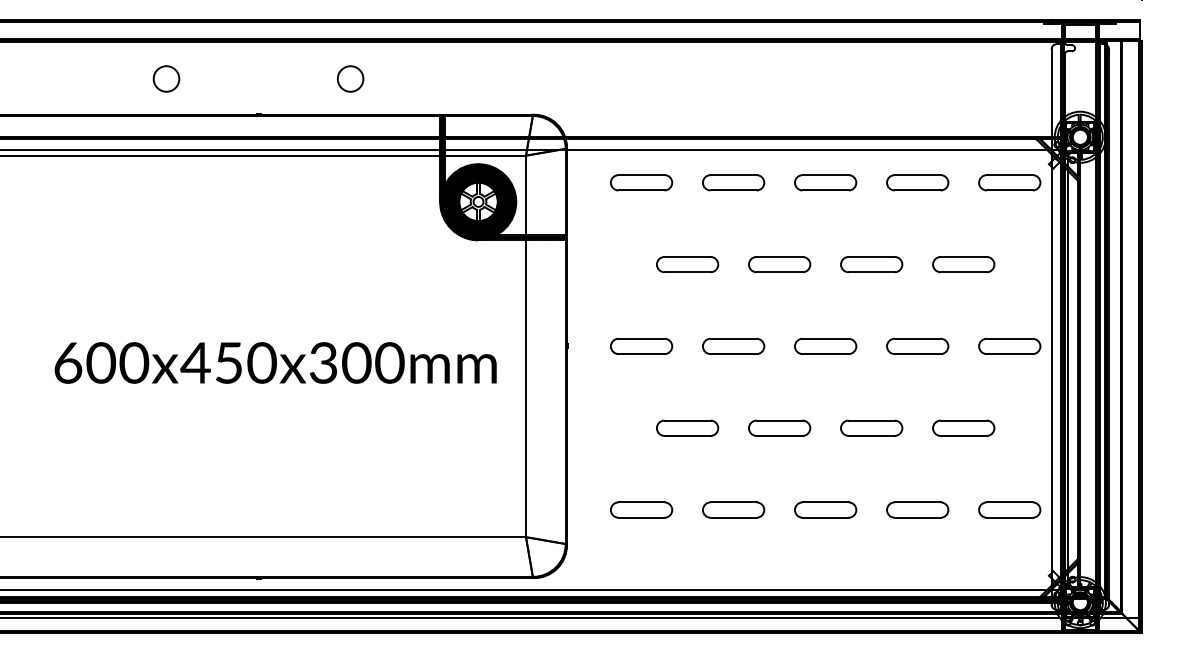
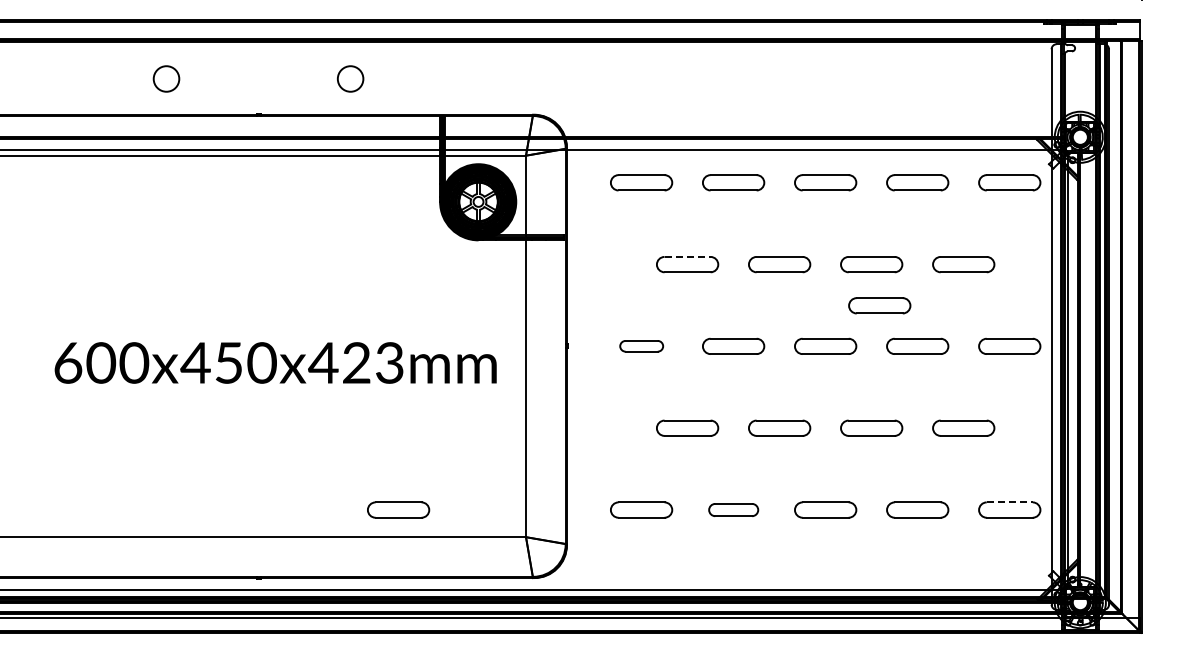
line at (688, 256): solid -> dashed
part at (879, 305): none -> present
part at (641, 345) size: 64x18 px -> 46x13 px
text at (356, 362): 600x450x300mm -> 600x450x423mm
line at (1010, 502): solid -> dashed
part at (398, 509): none -> present
part at (733, 509) size: 64x18 px -> 52x14 px
